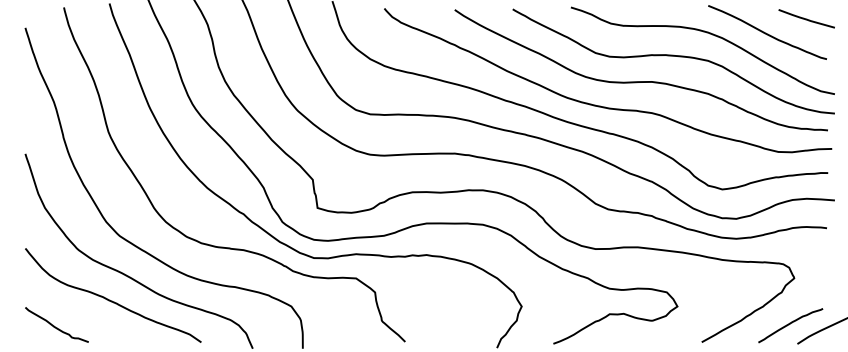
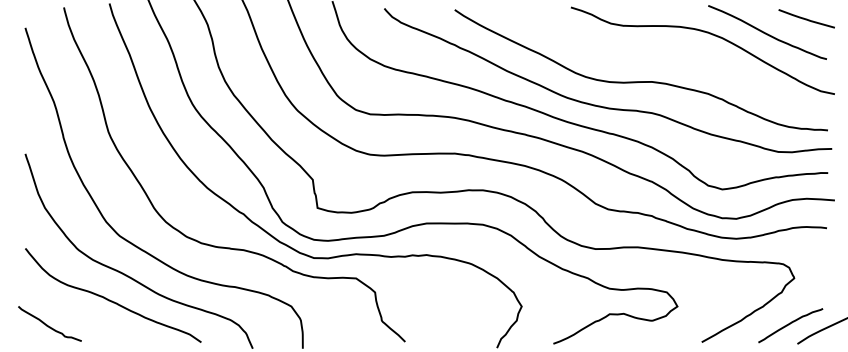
curve at (673, 56): present -> none
curve at (54, 325) position: (54, 325) -> (47, 324)
